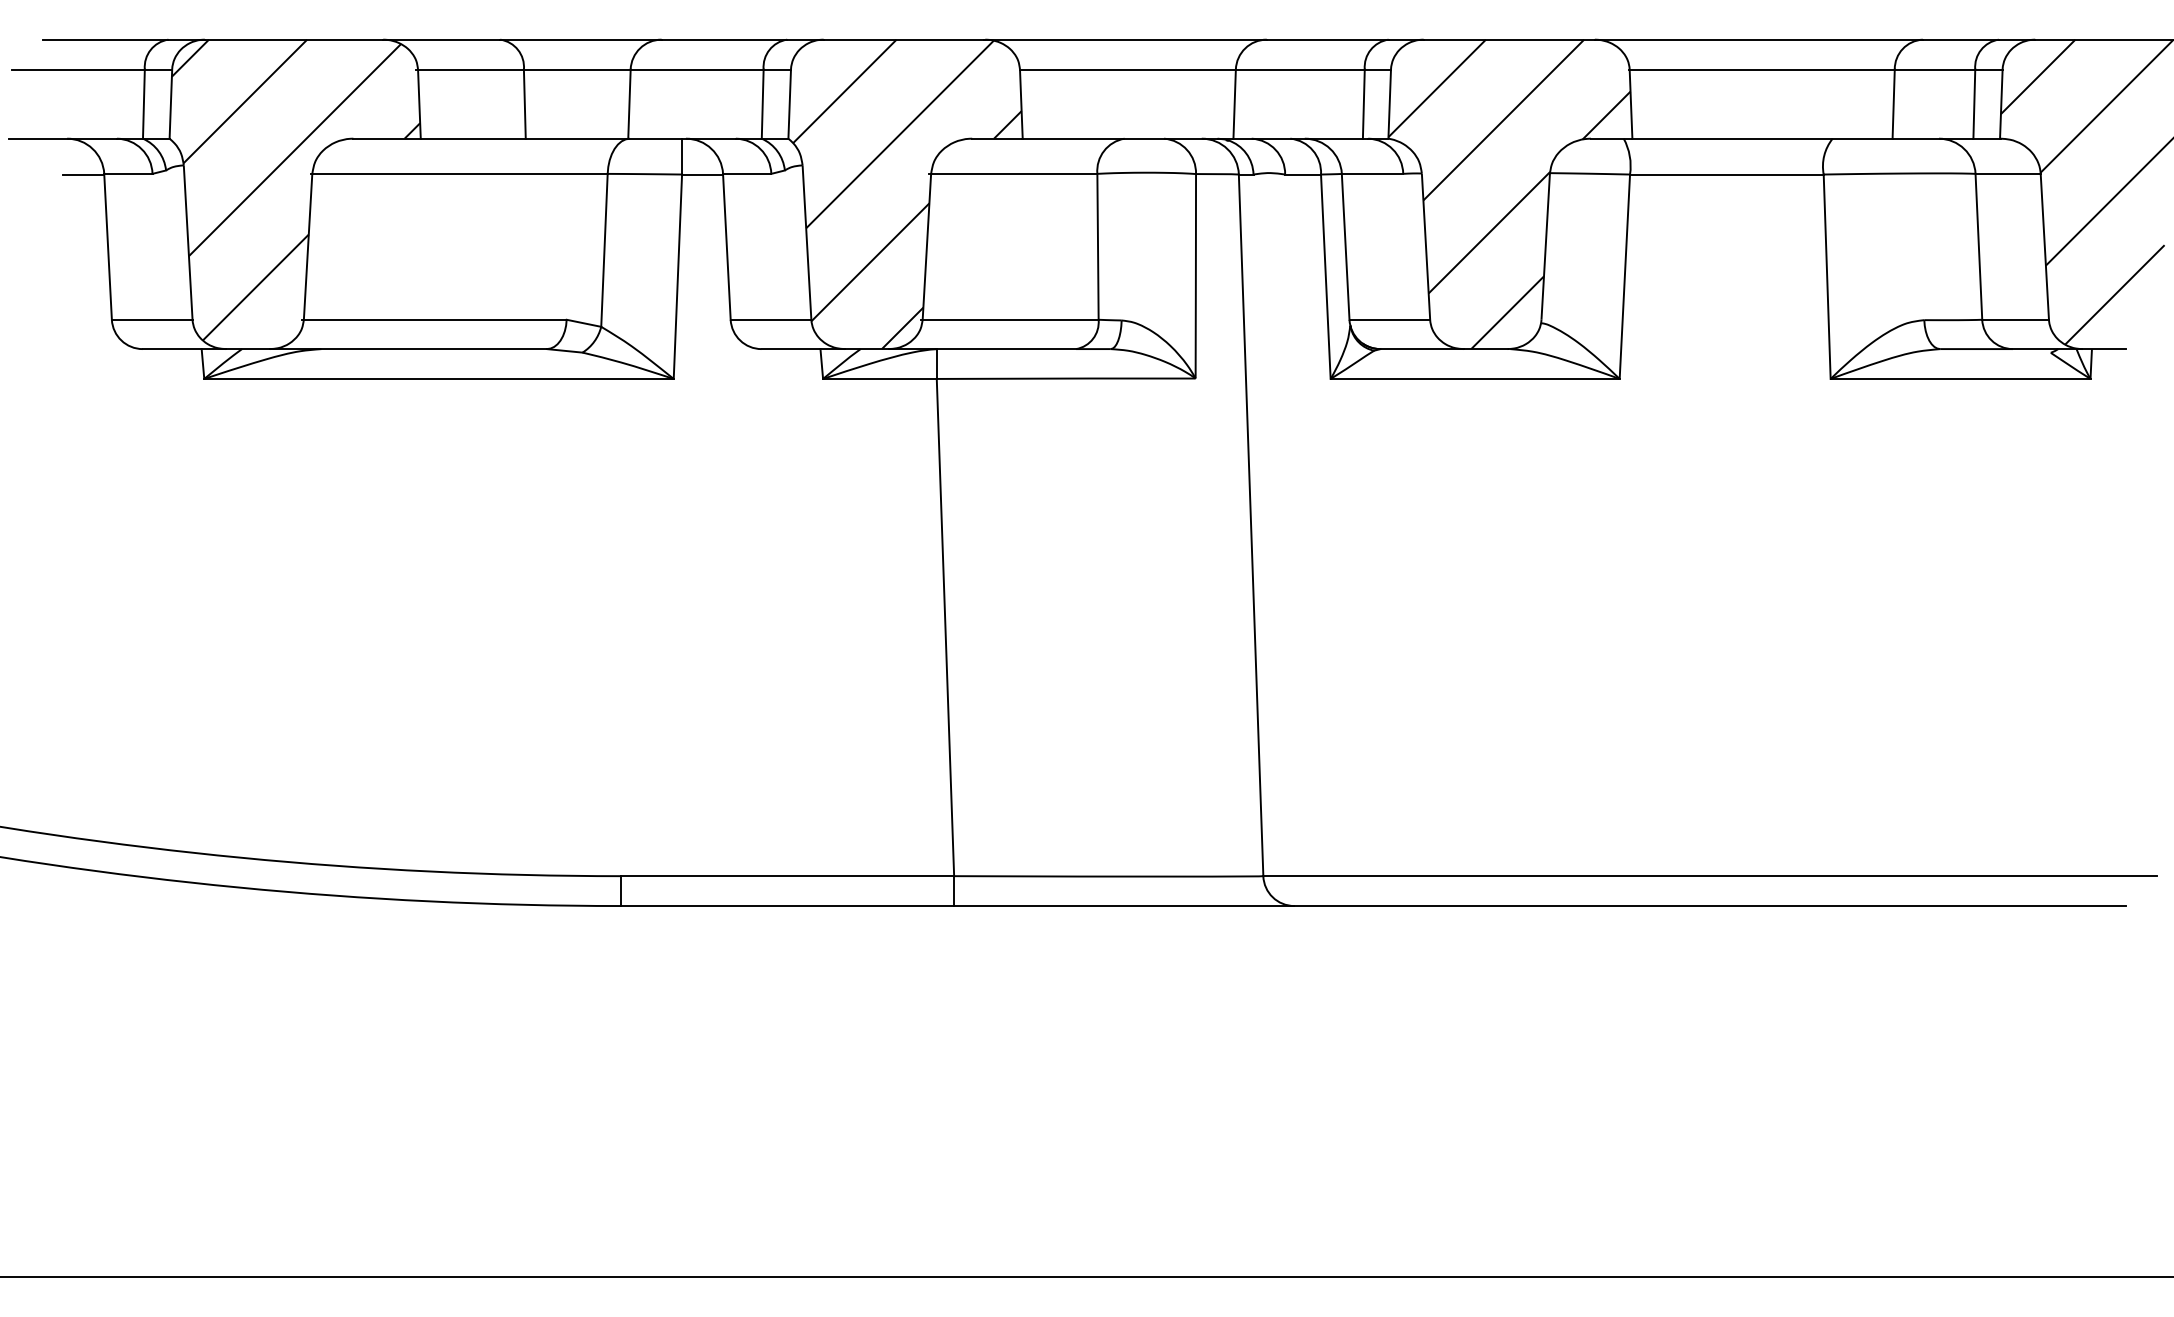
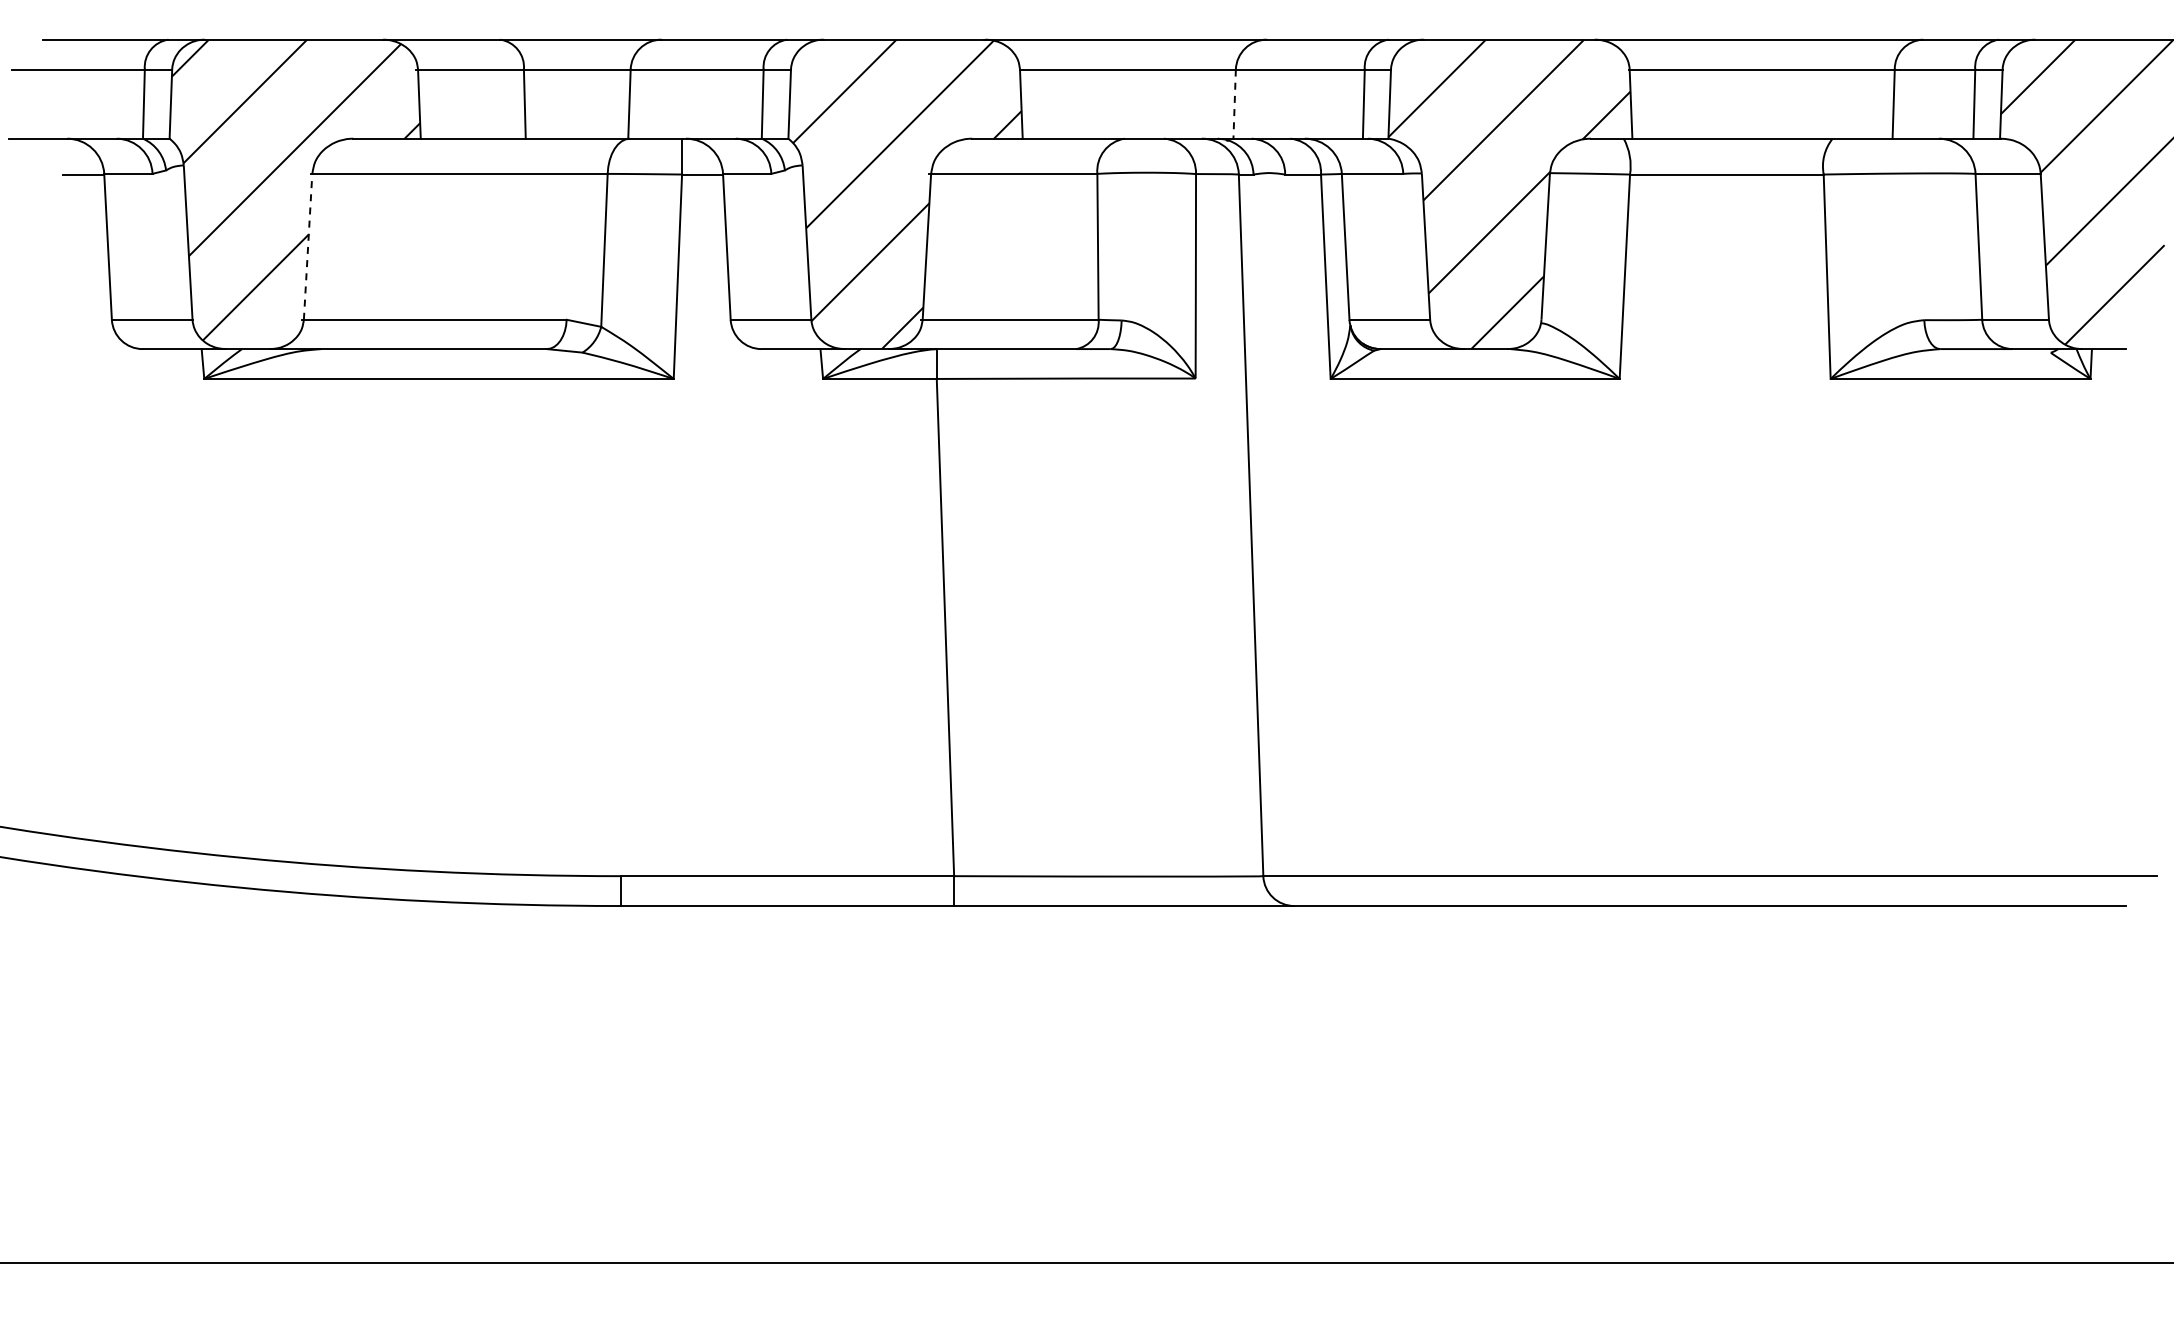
line at (1234, 104): solid -> dashed
line at (308, 247): solid -> dashed
line at (1086, 1277) position: (1086, 1277) -> (1086, 1263)
